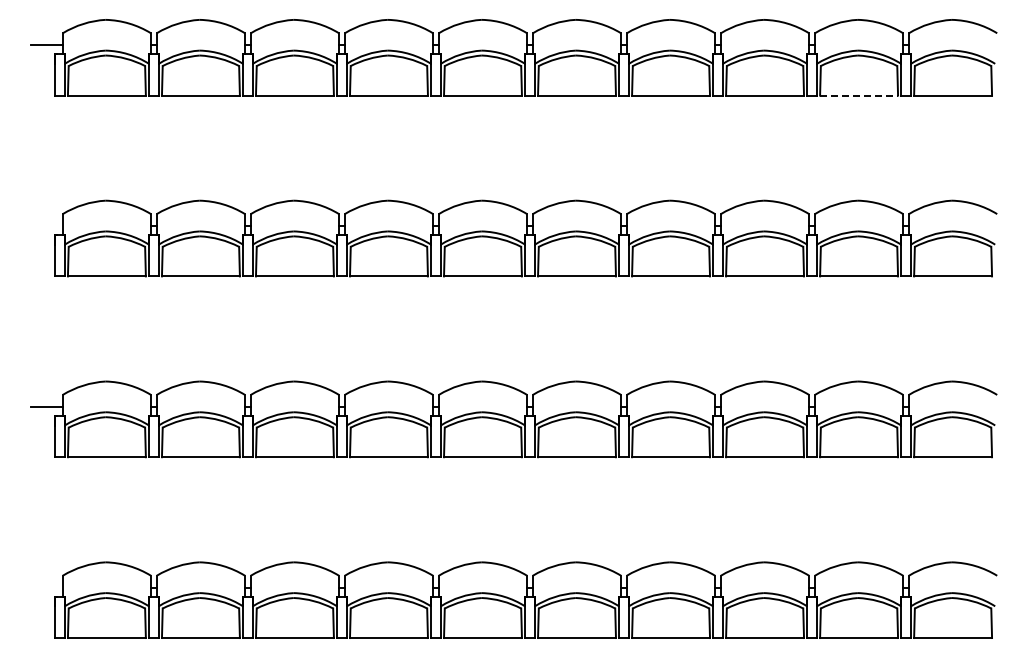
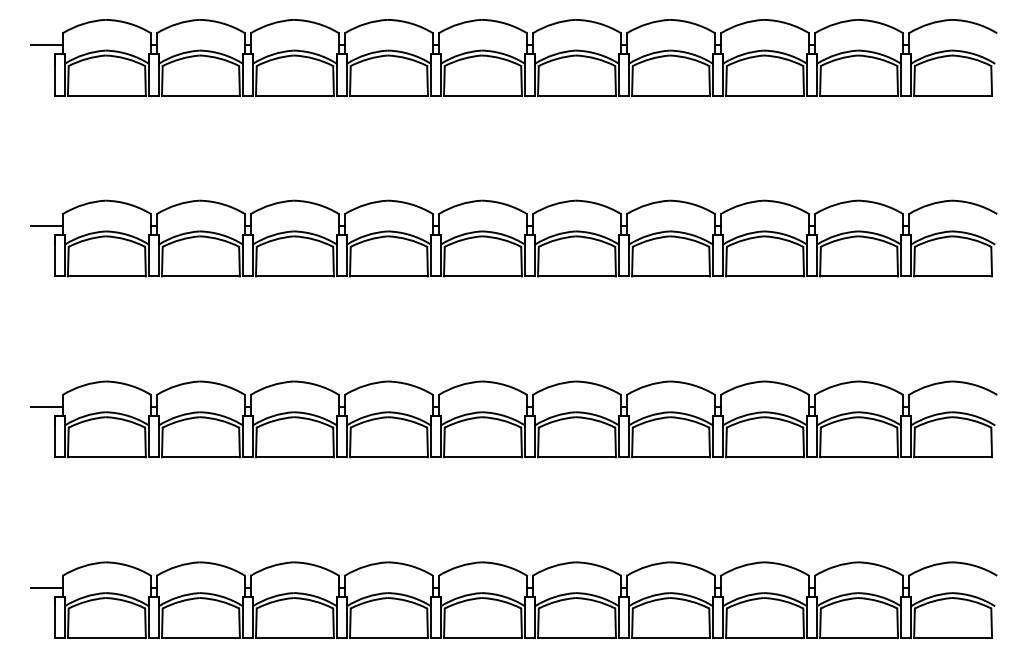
line at (859, 95): dashed -> solid
line at (46, 226): none -> present
line at (46, 587): none -> present
